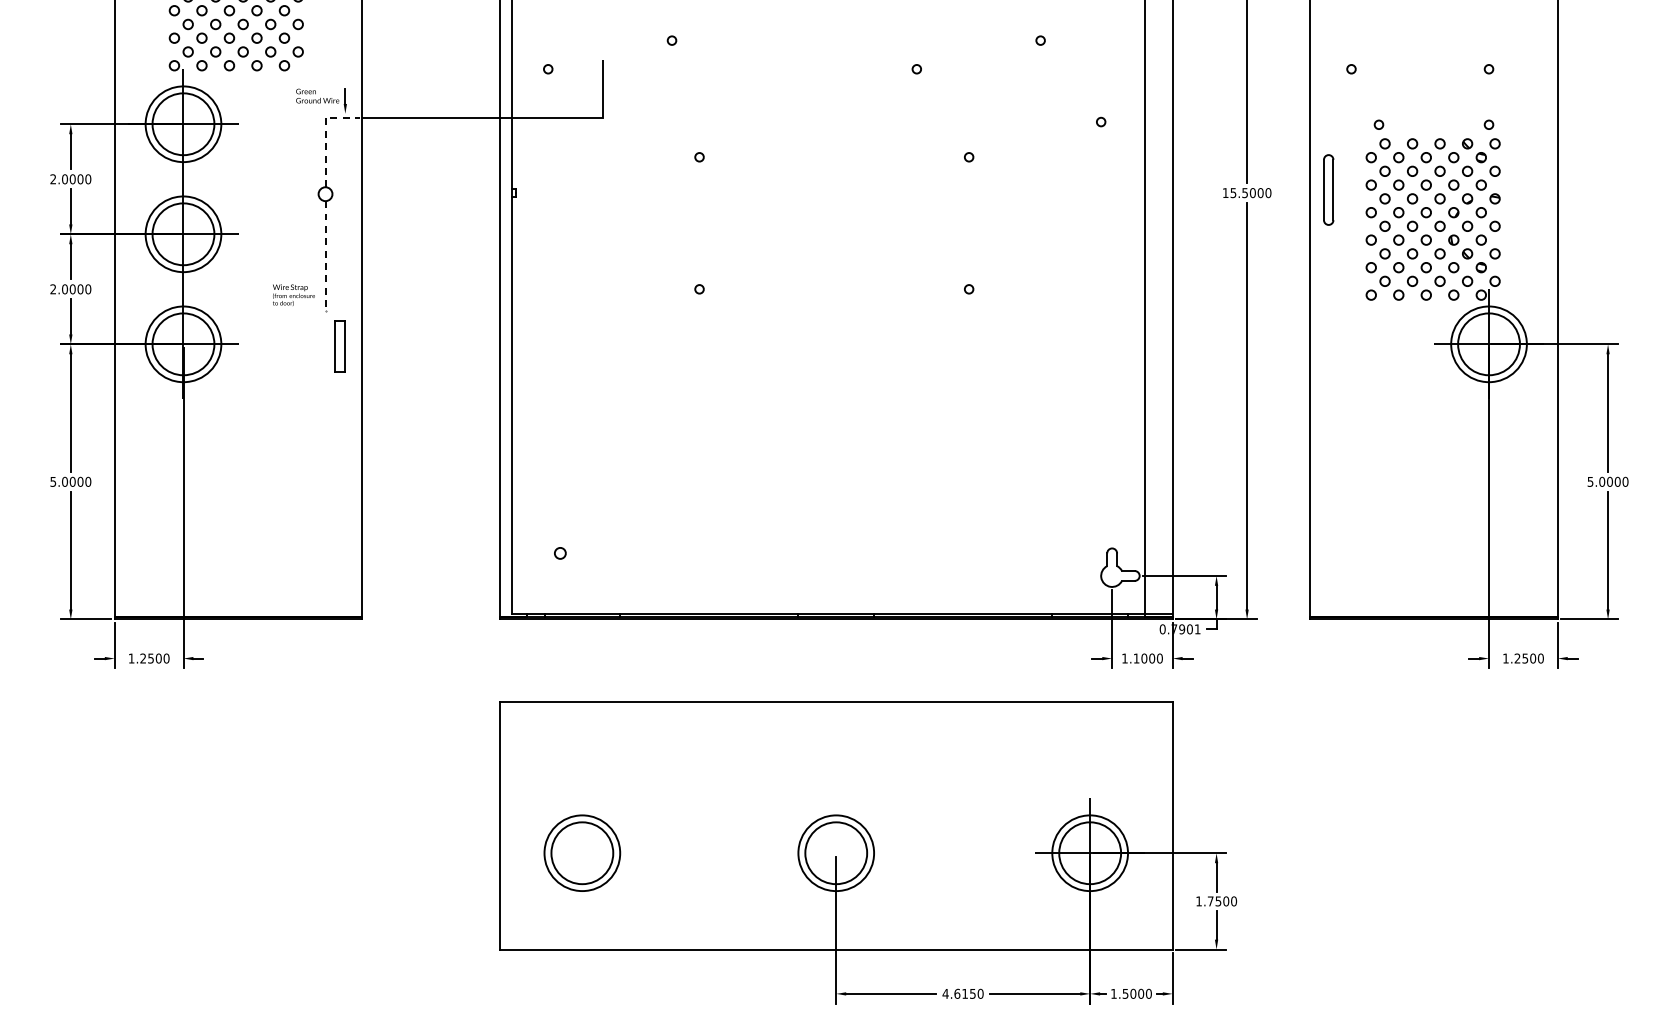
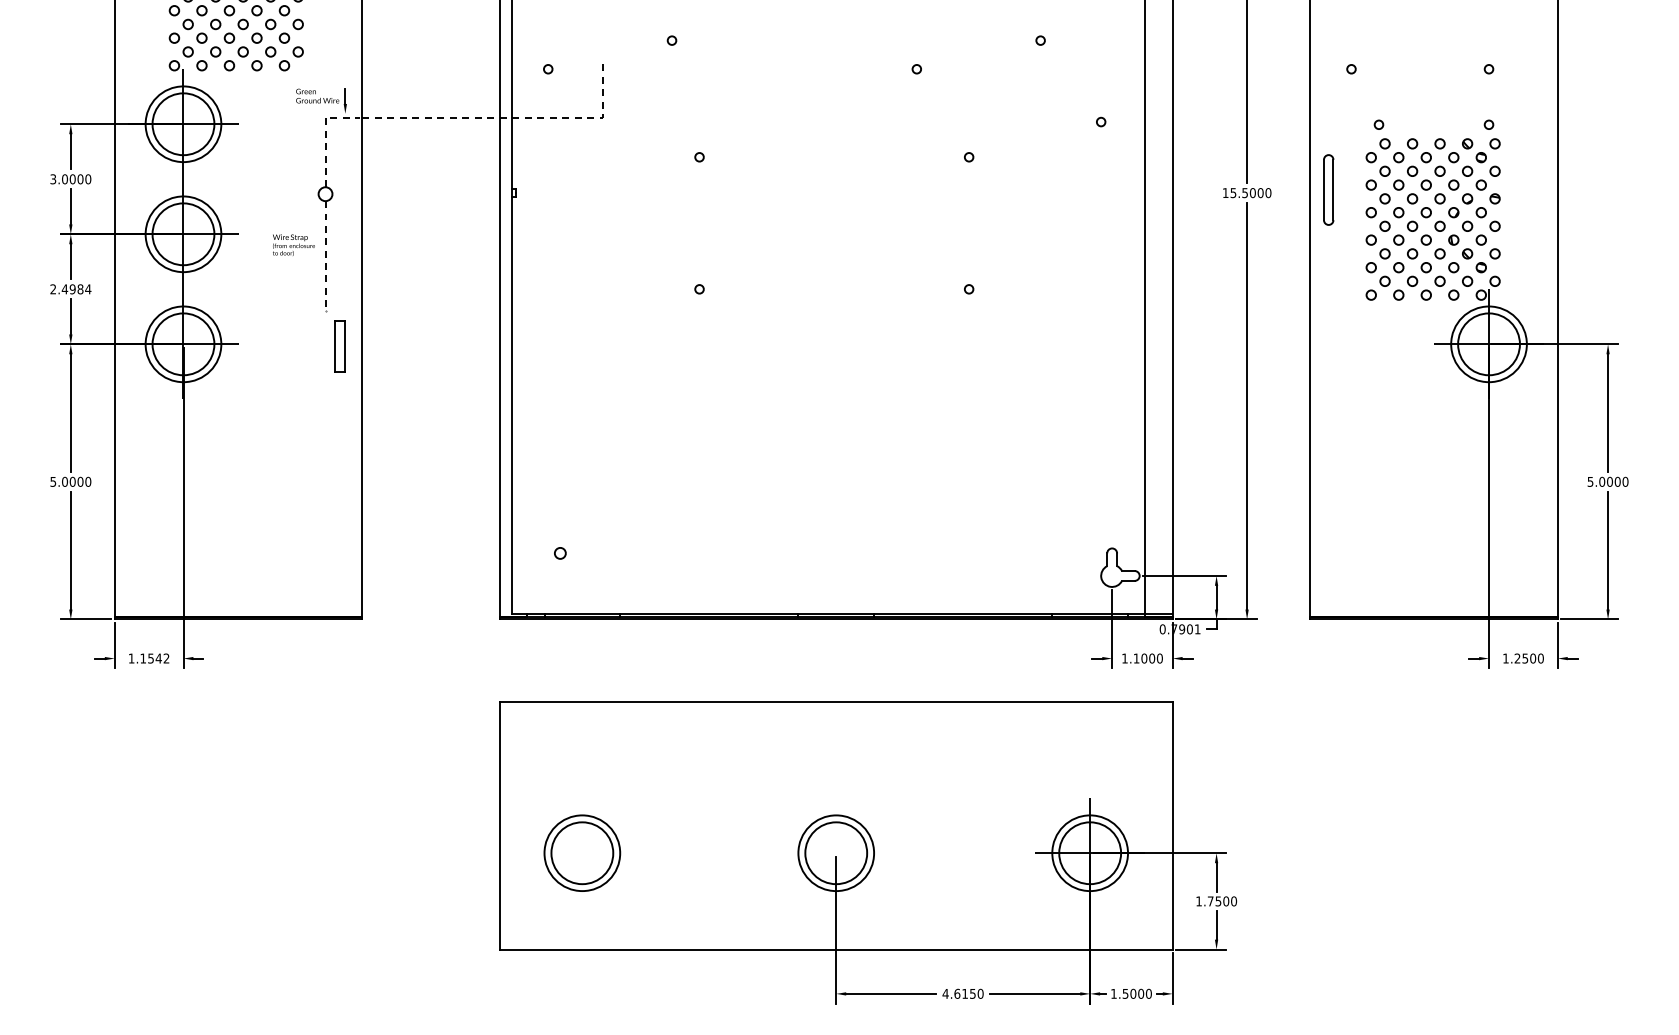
line at (512, 117): solid -> dashed
text at (53, 179): 2.0000 -> 3.0000
text at (76, 289): 2.0000 -> 2.4984
text at (293, 294) position: (293, 294) -> (293, 244)
text at (154, 658): 1.2500 -> 1.1542
